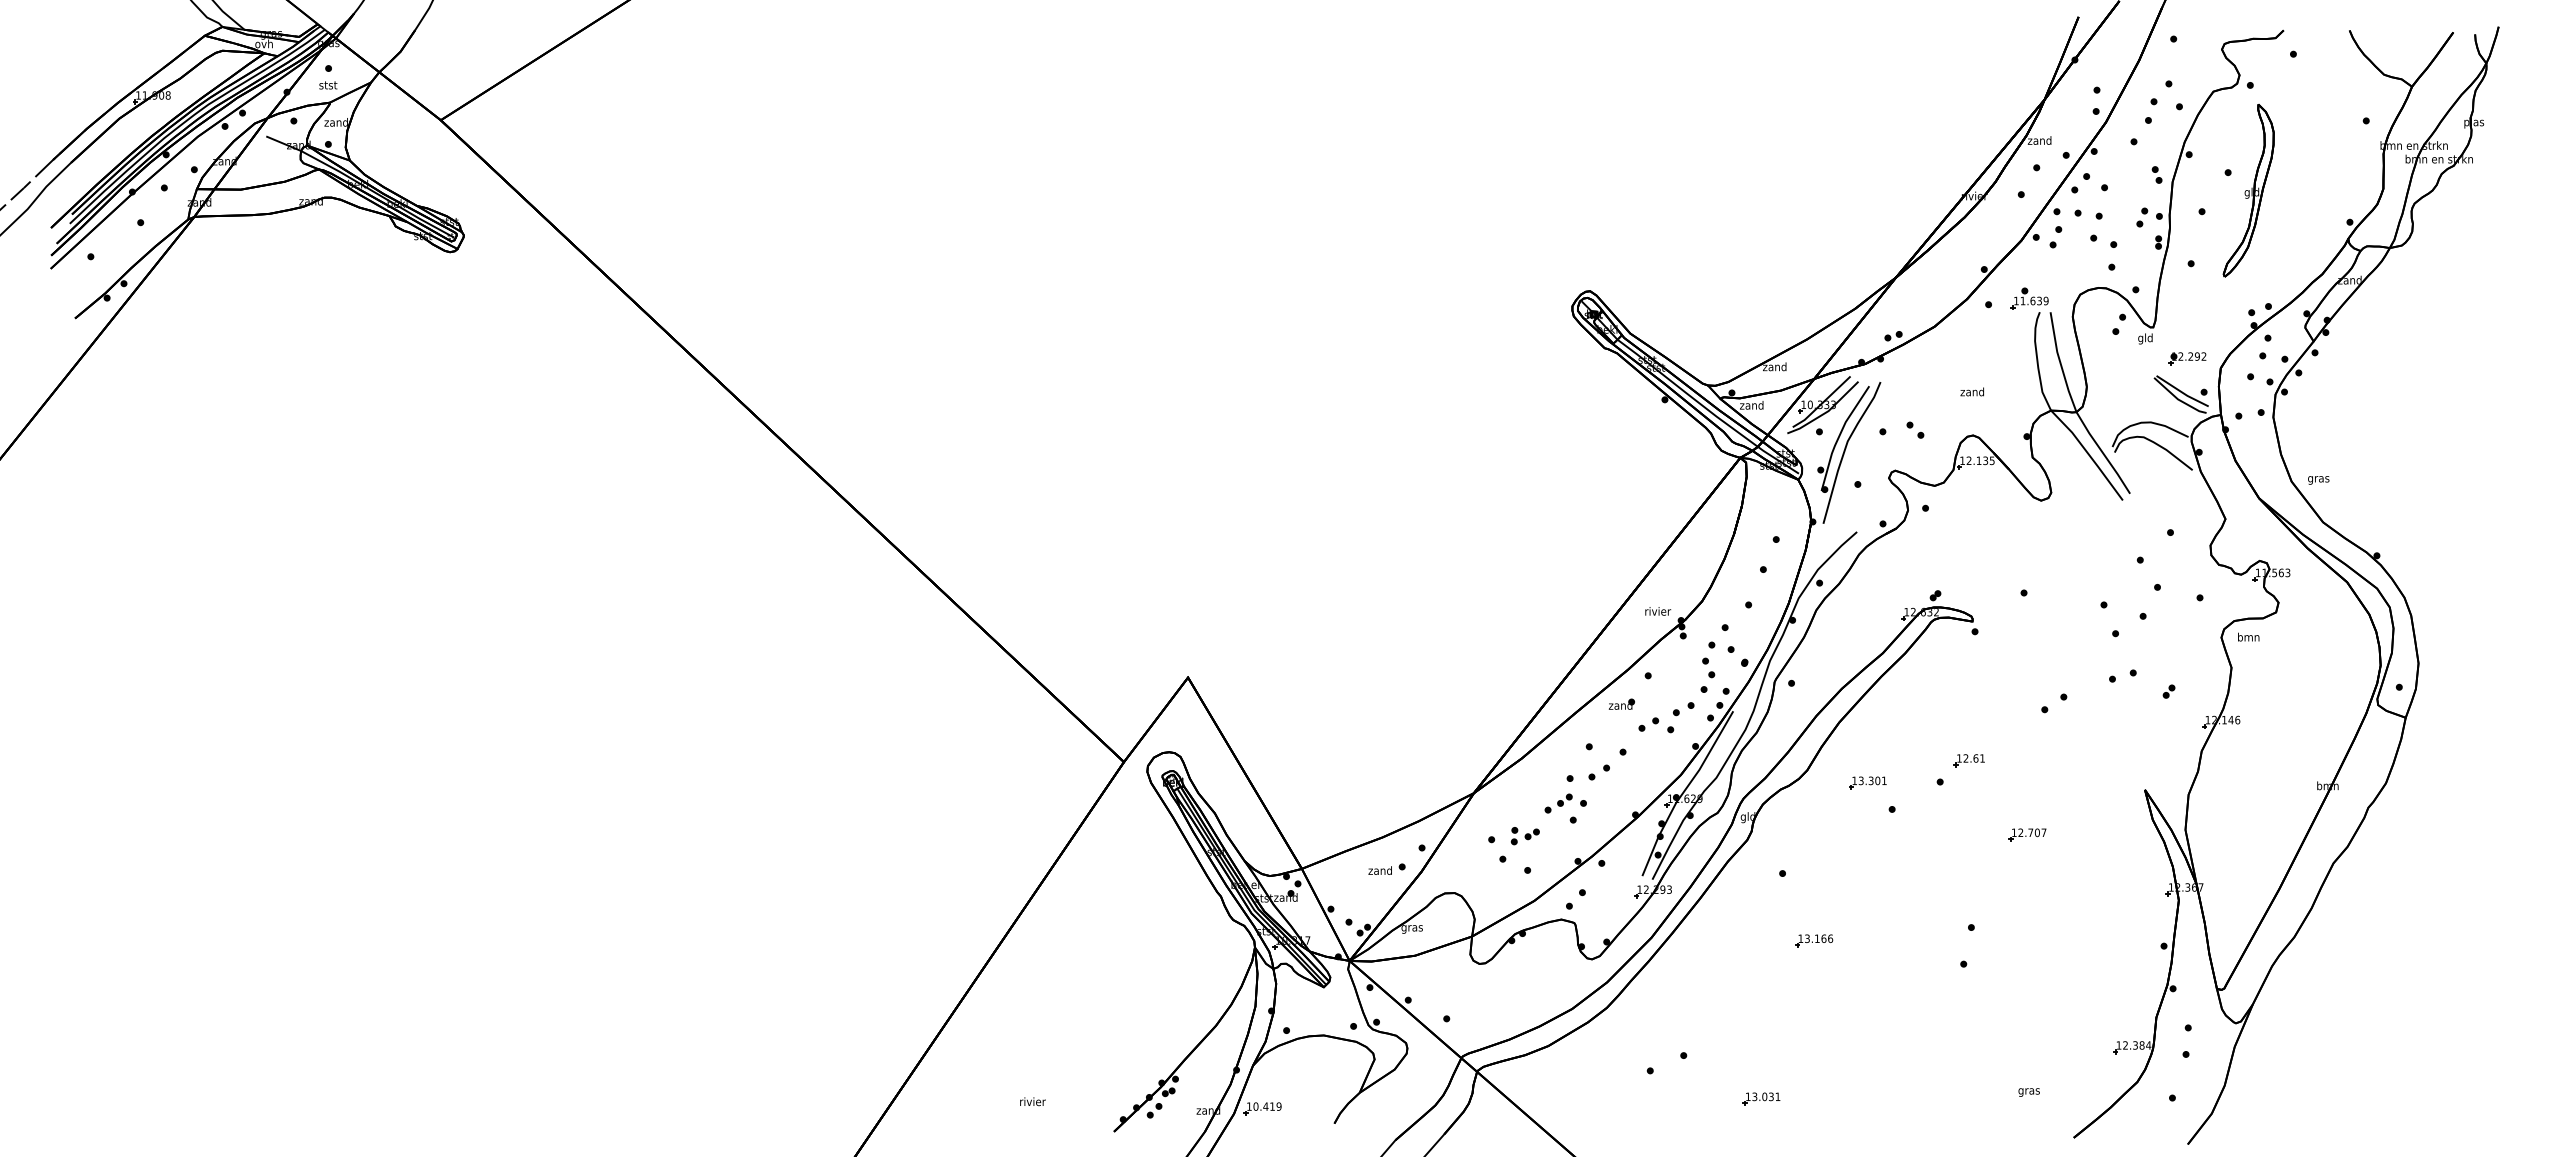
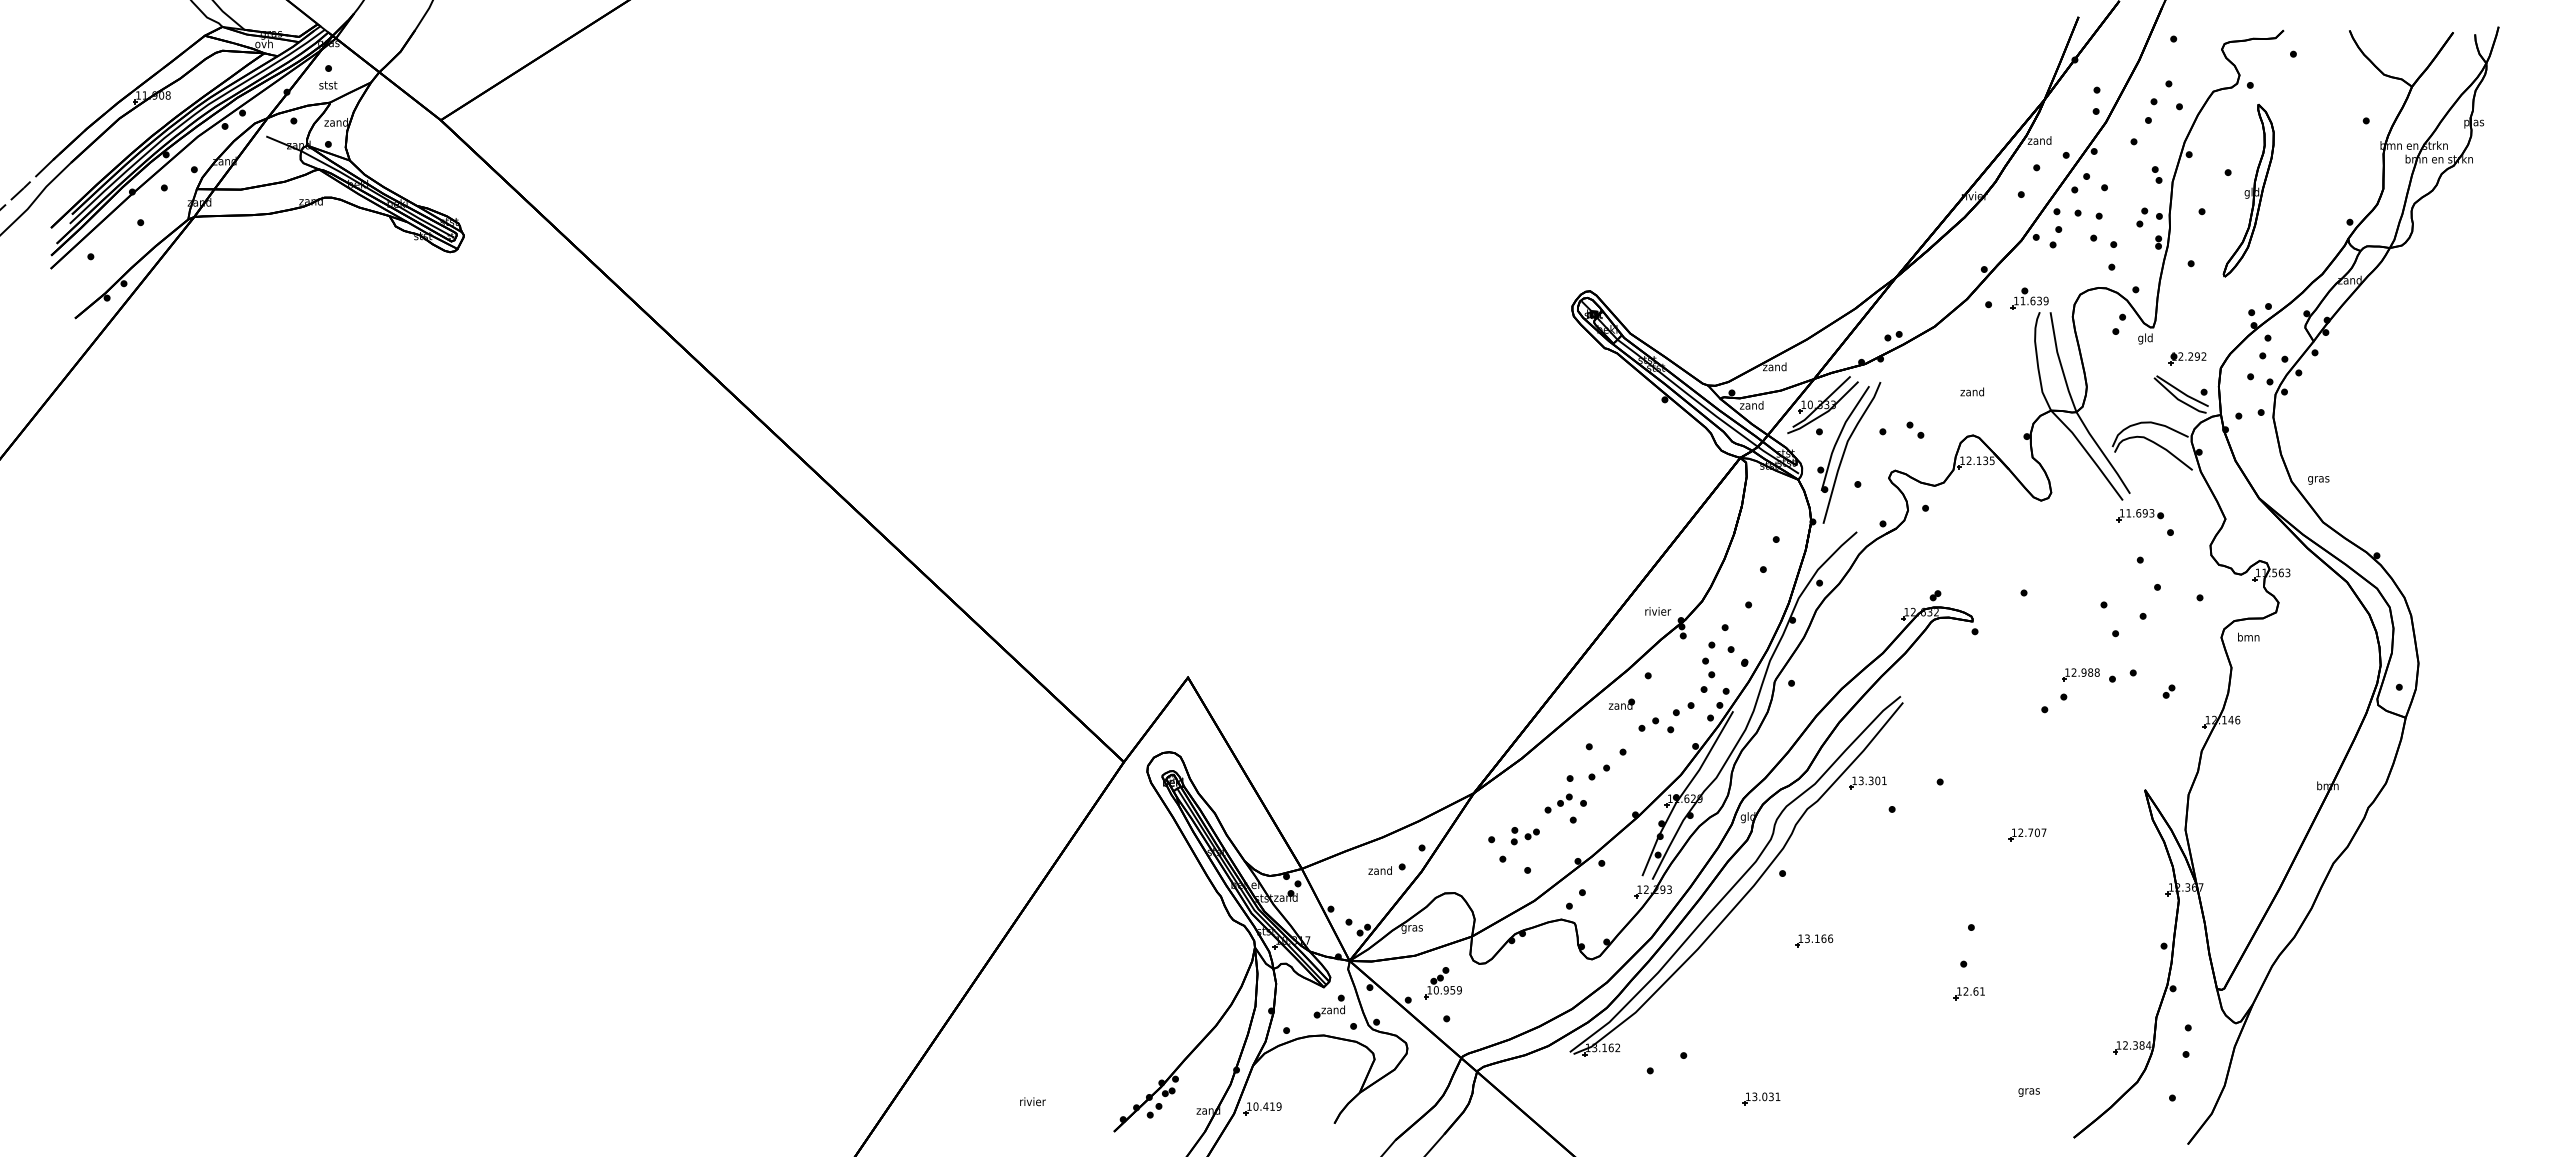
part at (2140, 515): none -> present
part at (2080, 674): none -> present
part at (1968, 760) position: (1968, 760) -> (1968, 993)
part at (1736, 876): none -> present
part at (1442, 983): none -> present
part at (1328, 1006): none -> present
